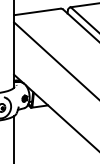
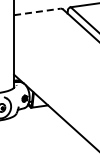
line at (37, 11): solid -> dashed
line at (55, 59): present -> none
line at (14, 138): present -> none
